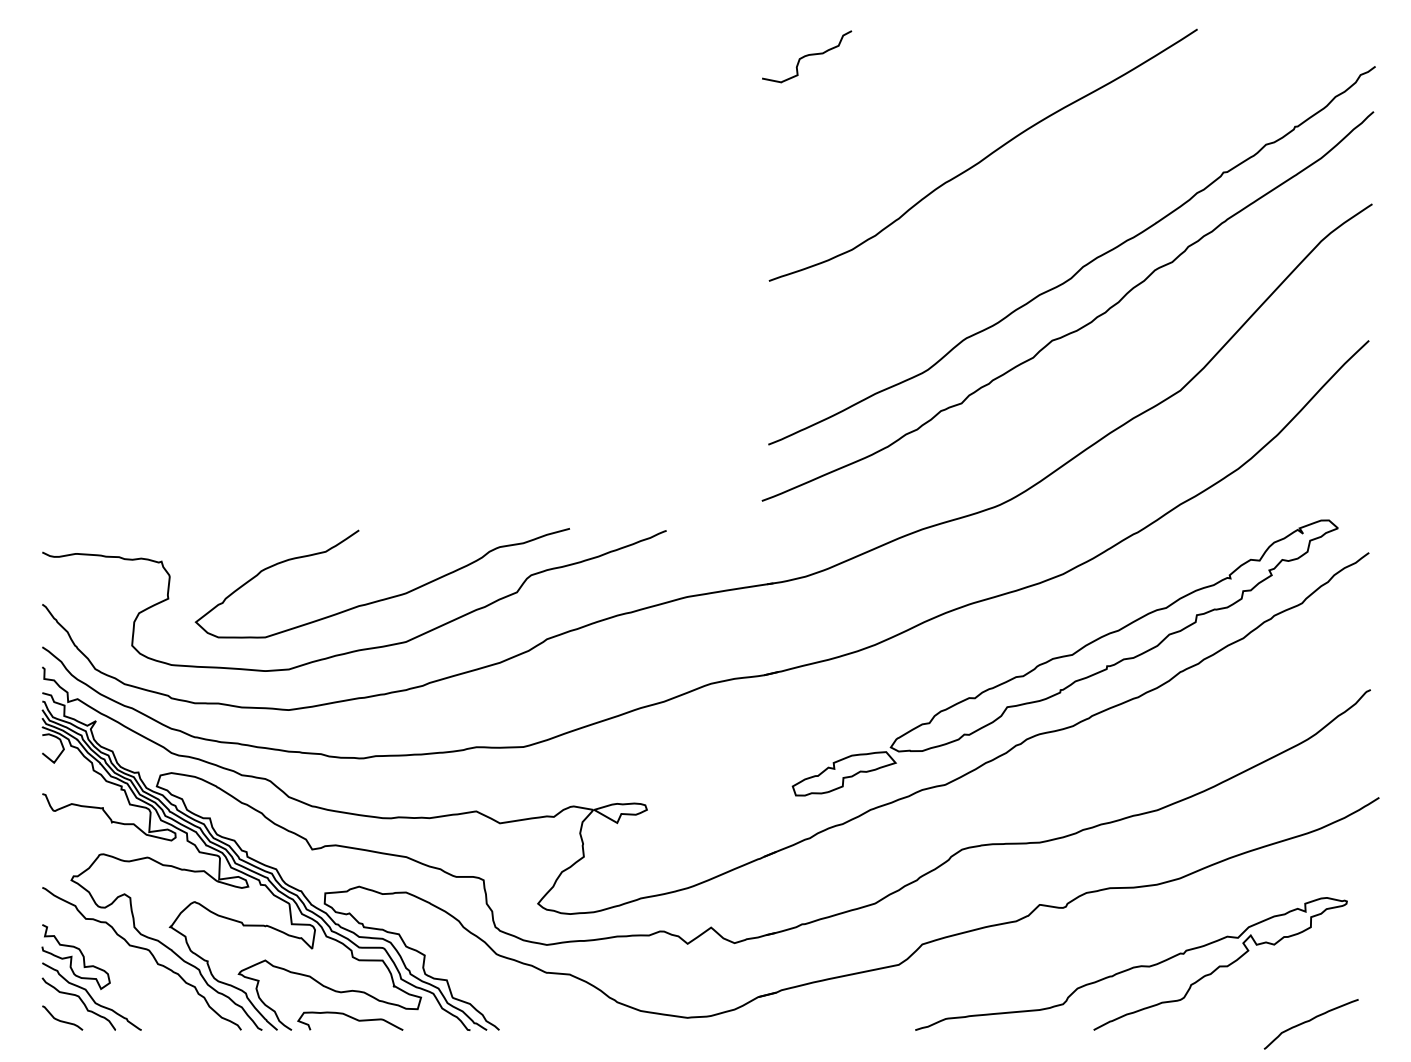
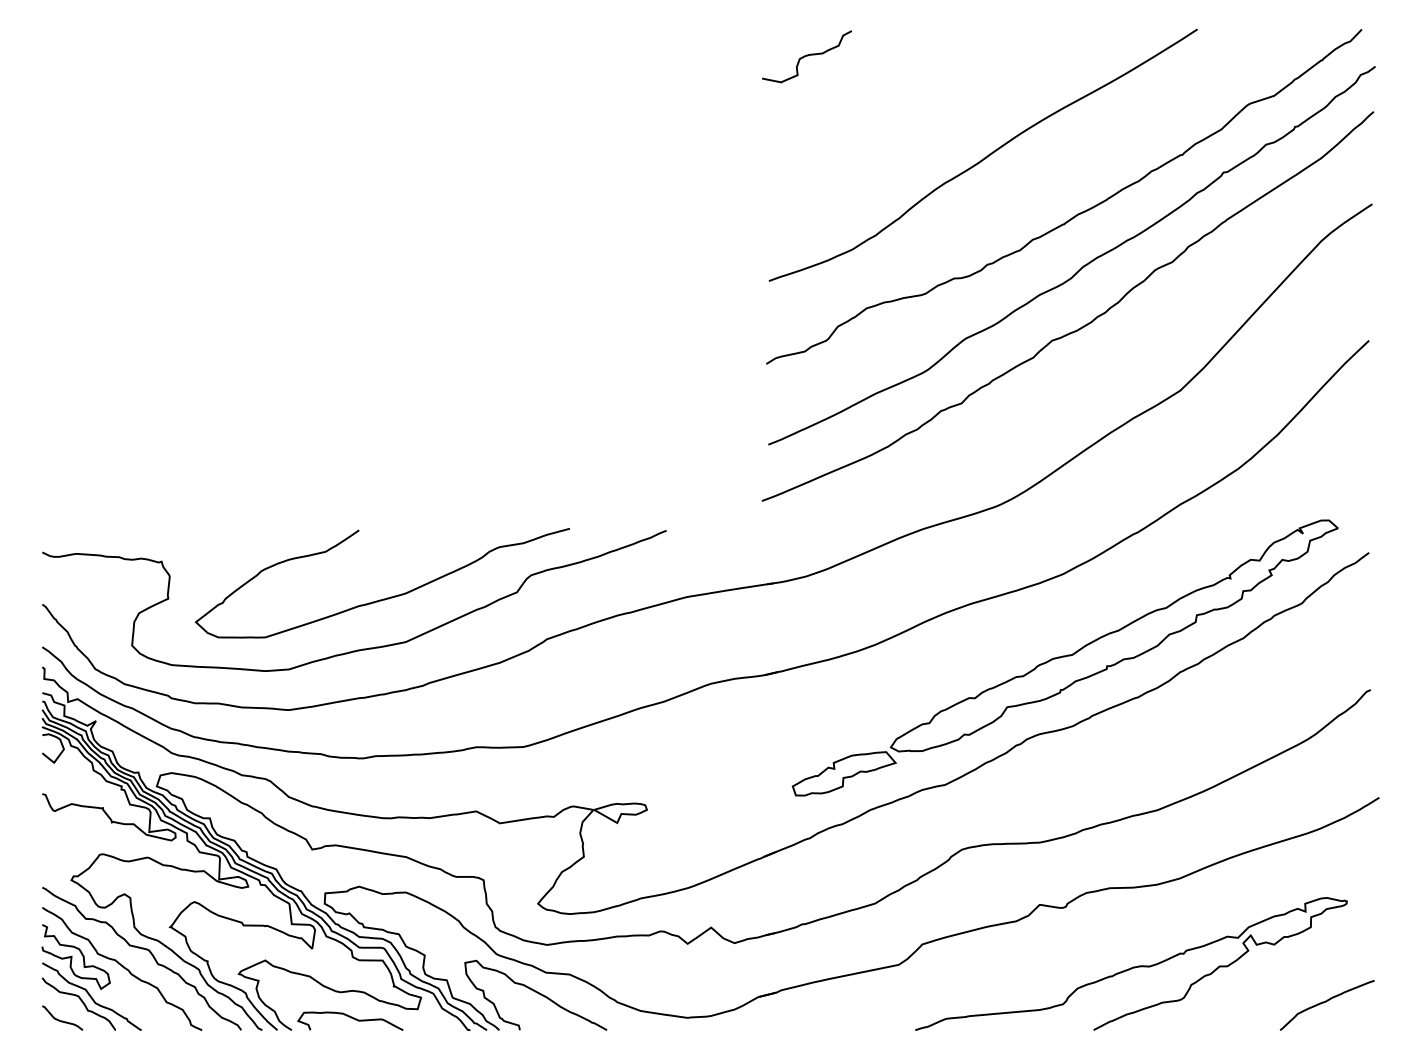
curve at (1077, 213): none -> present
curve at (122, 967): none -> present
curve at (535, 992): none -> present
curve at (1310, 1021) position: (1310, 1021) -> (1326, 1002)
